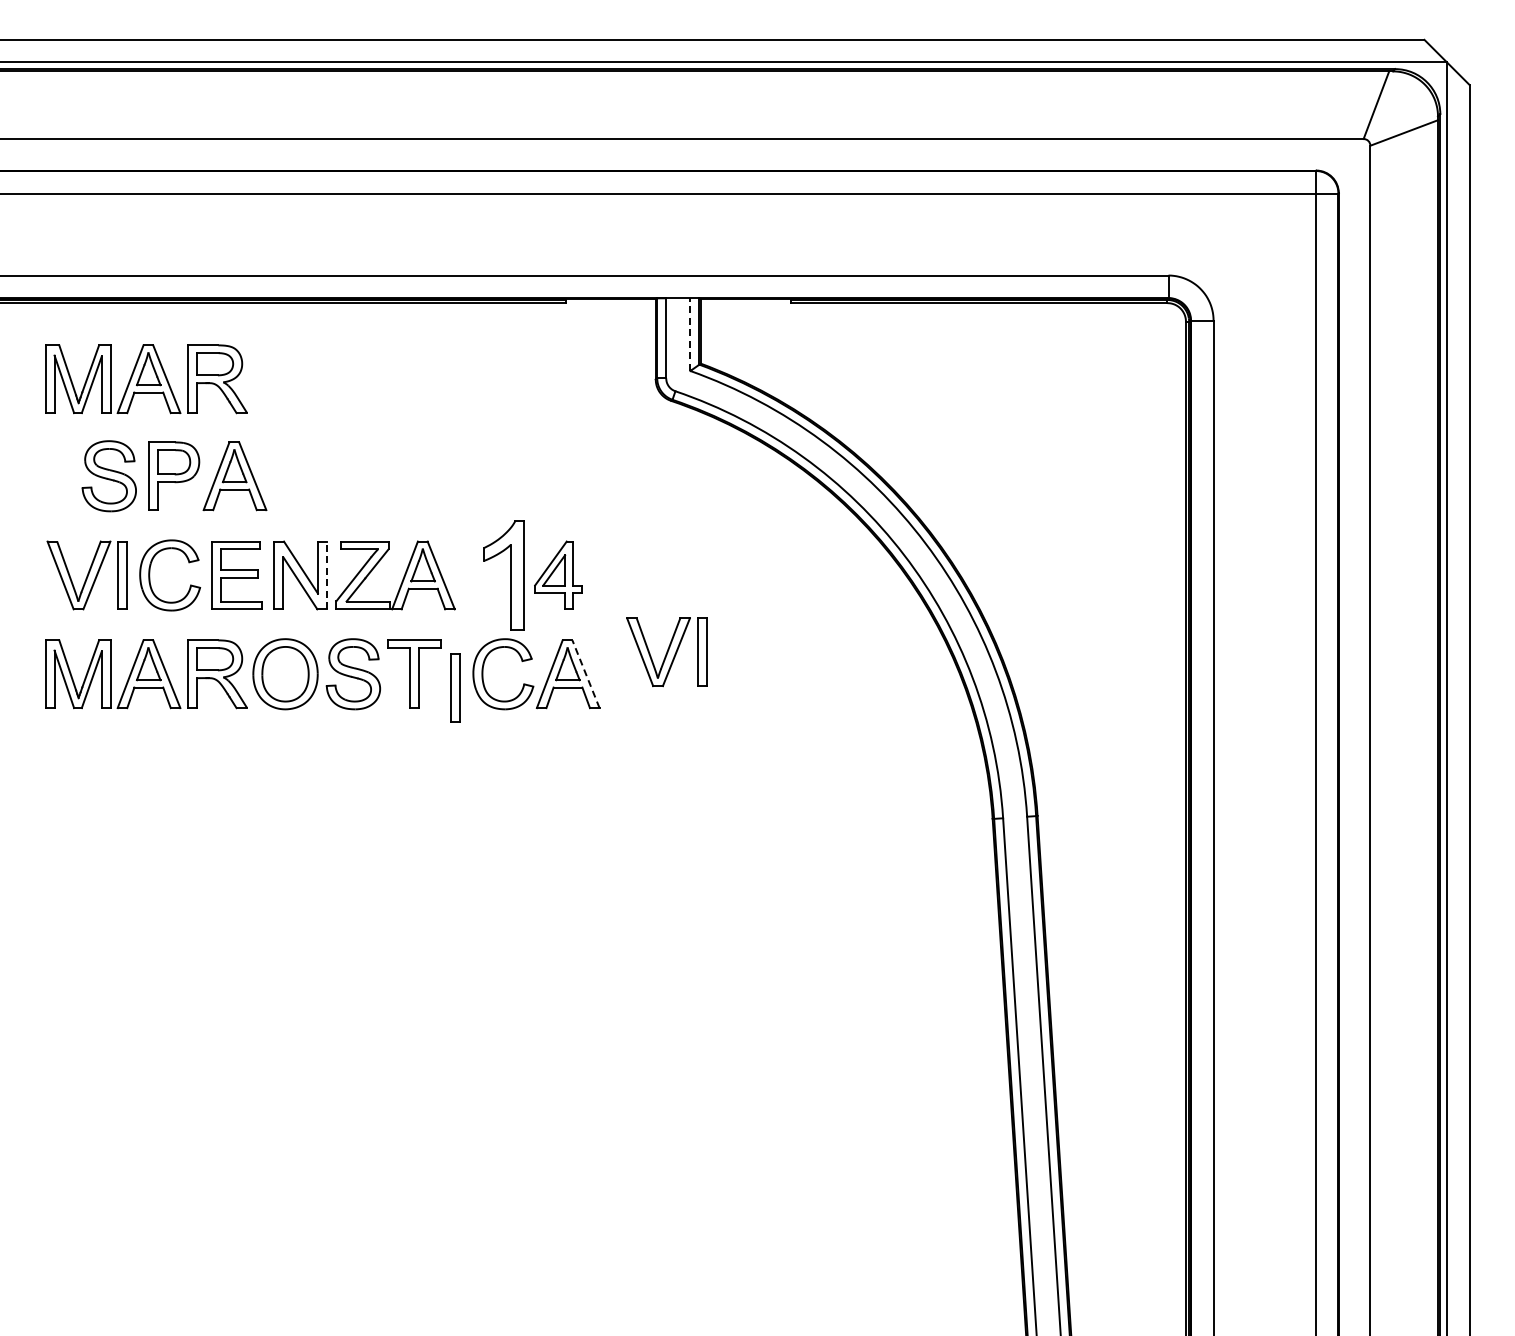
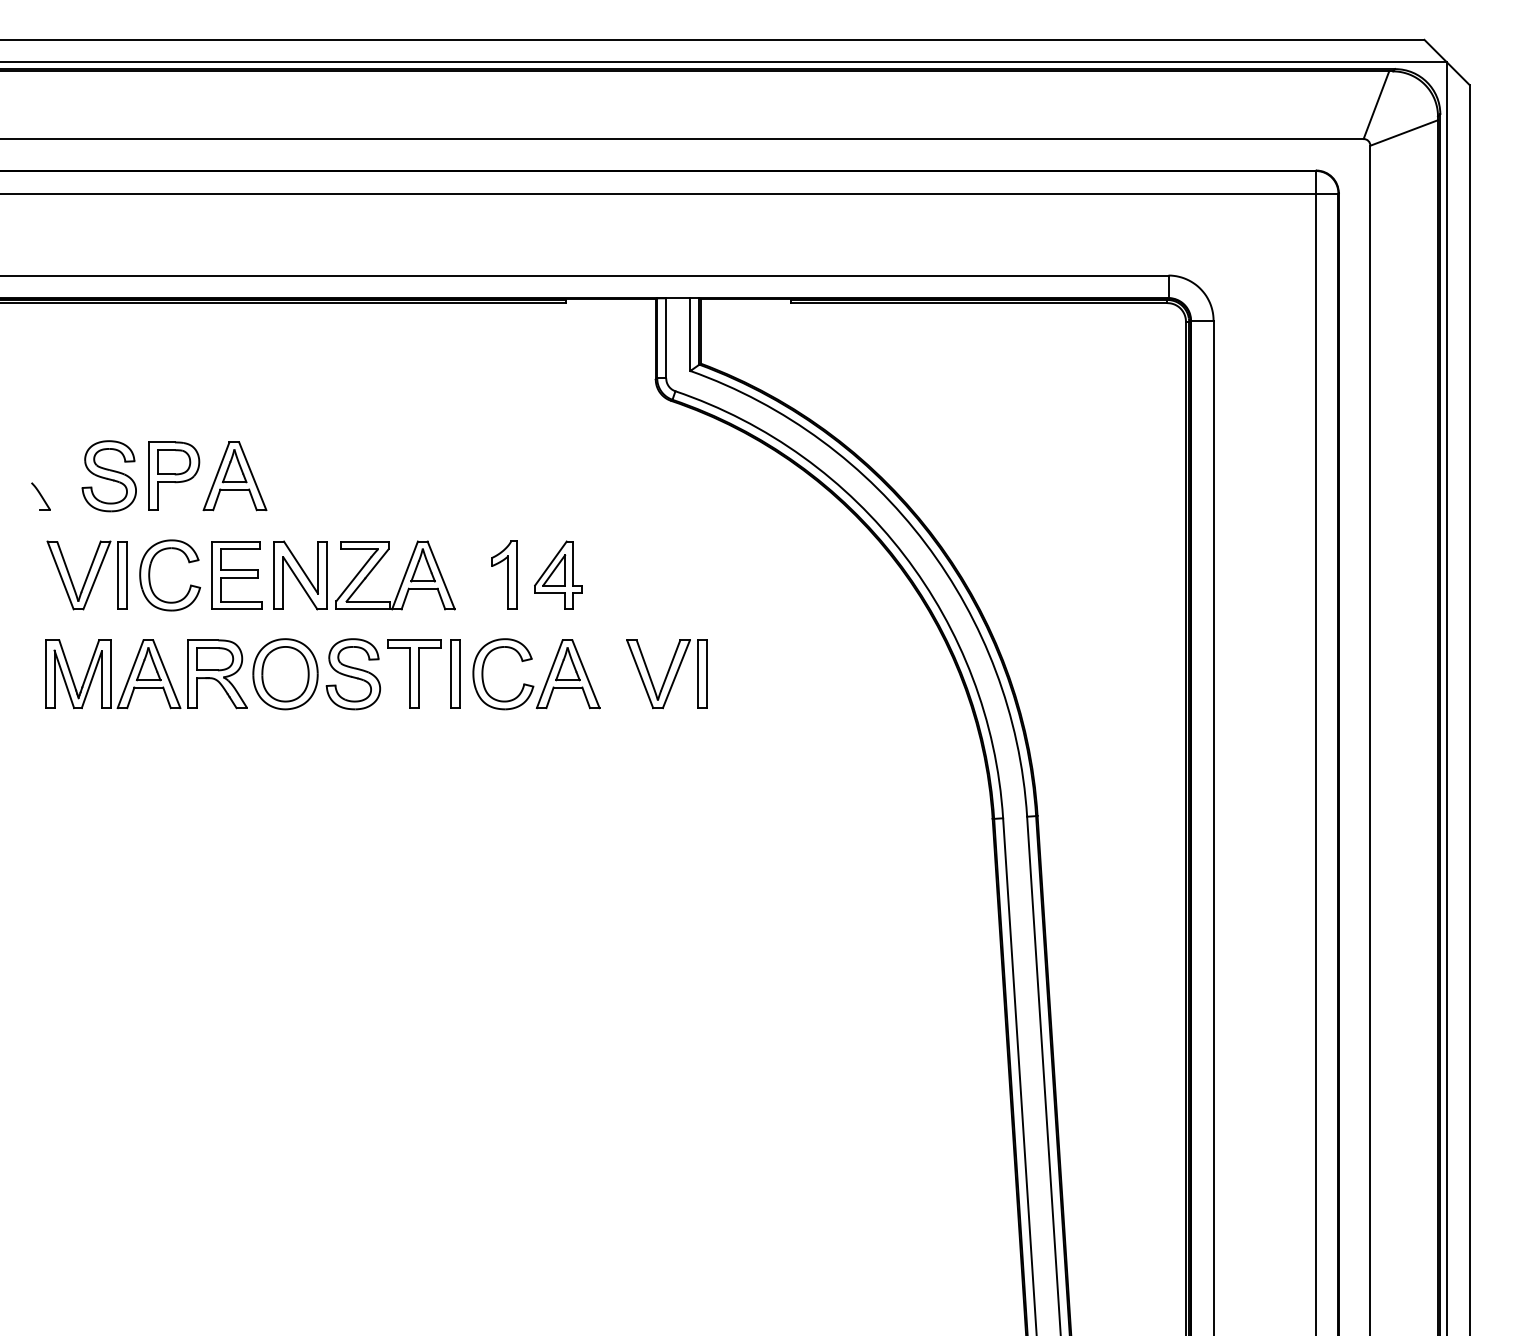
line at (690, 334): dashed -> solid
part at (146, 379): present -> none
part at (40, 496): none -> present
line at (326, 575): dashed -> solid
part at (503, 575) size: 42x111 px -> 27x70 px
part at (666, 652) position: (666, 652) -> (666, 674)
line at (585, 673): dashed -> solid
part at (455, 687) position: (455, 687) -> (455, 673)
